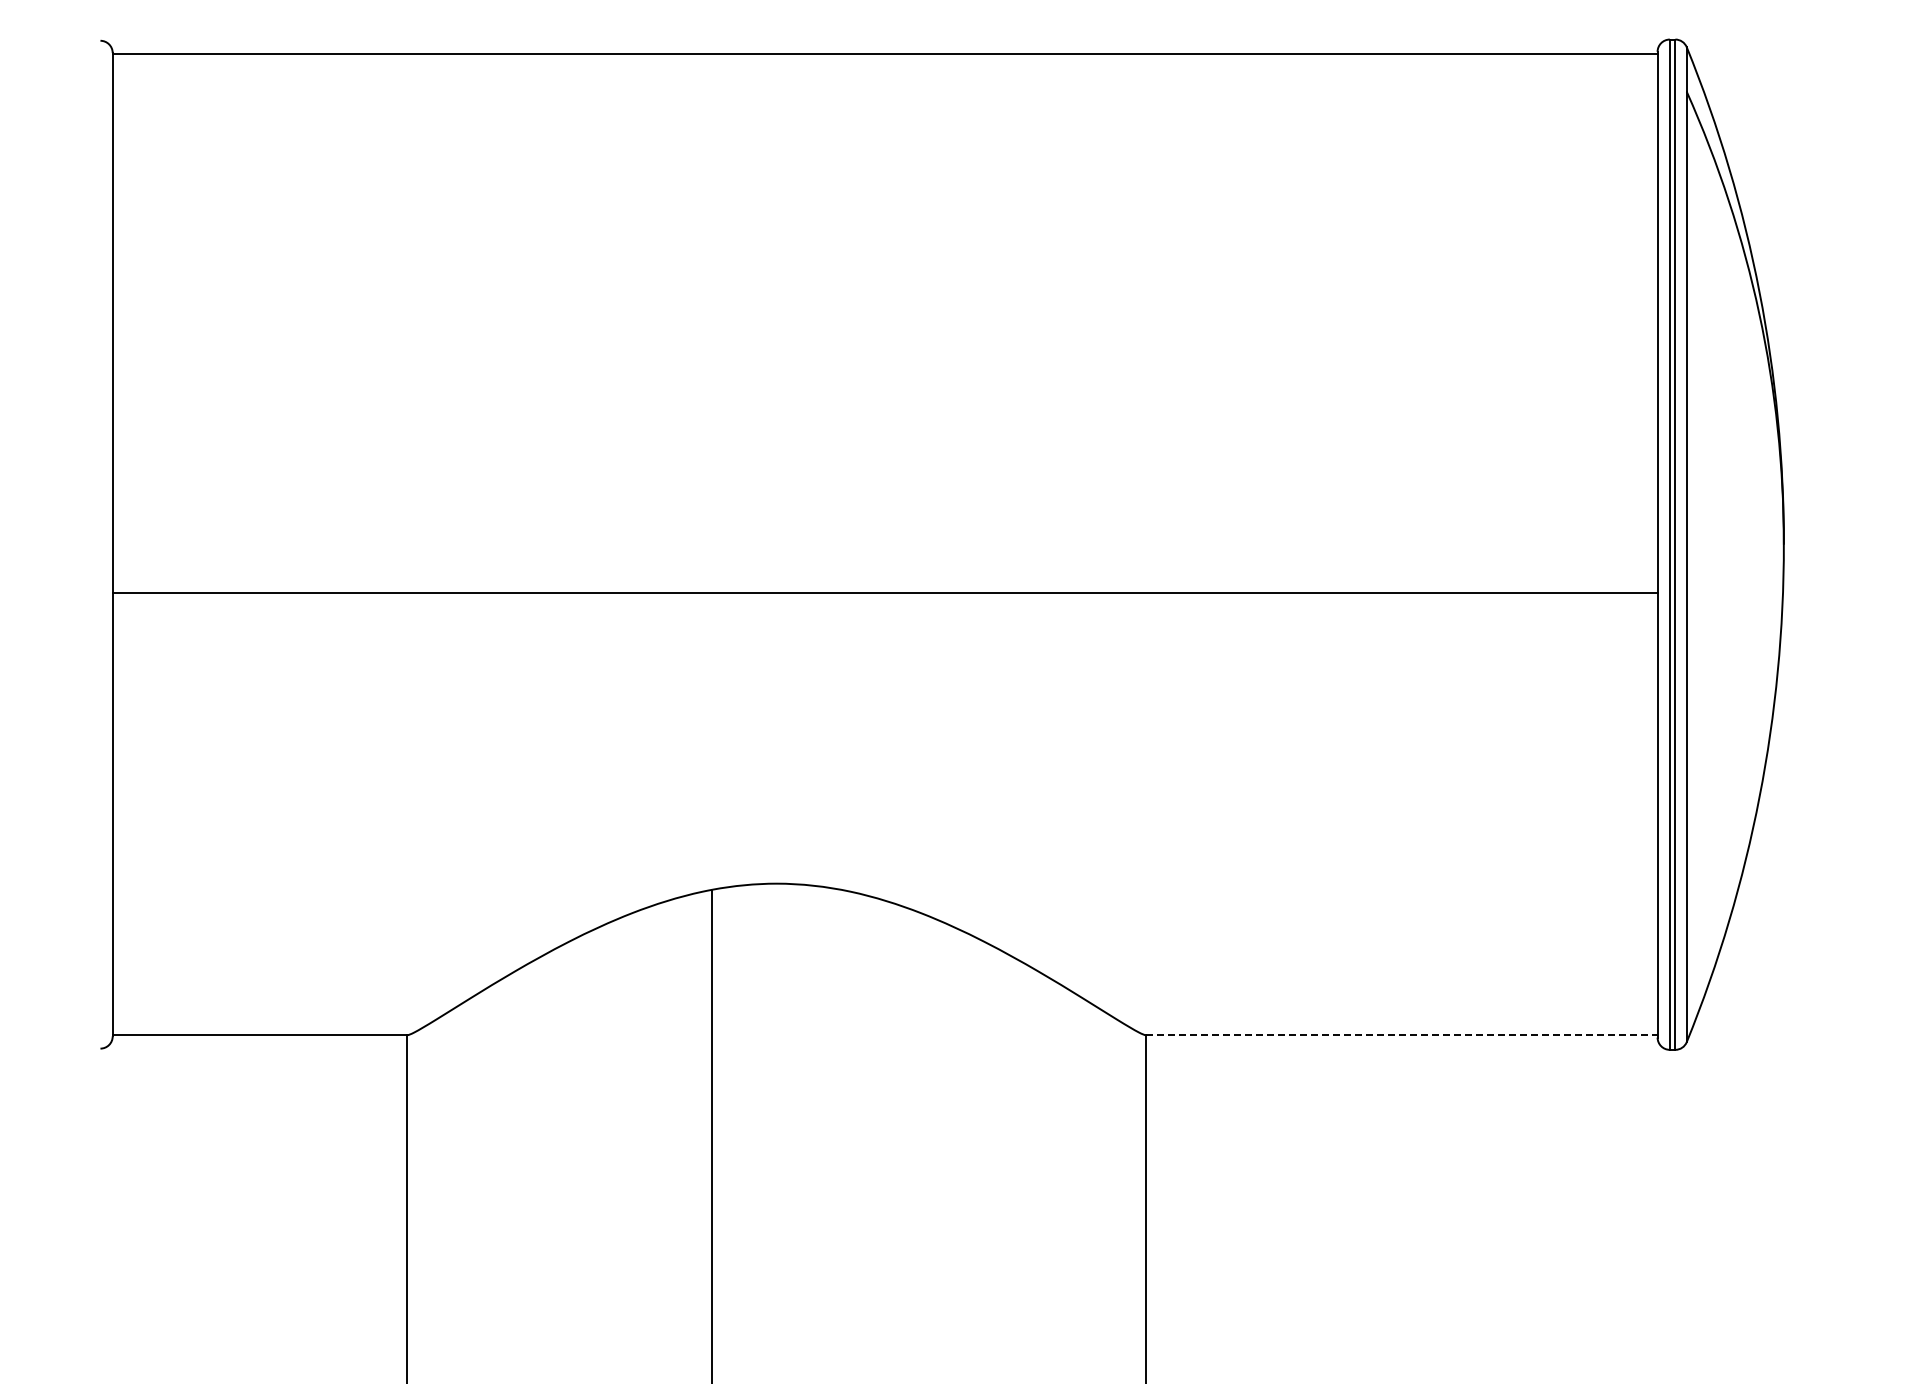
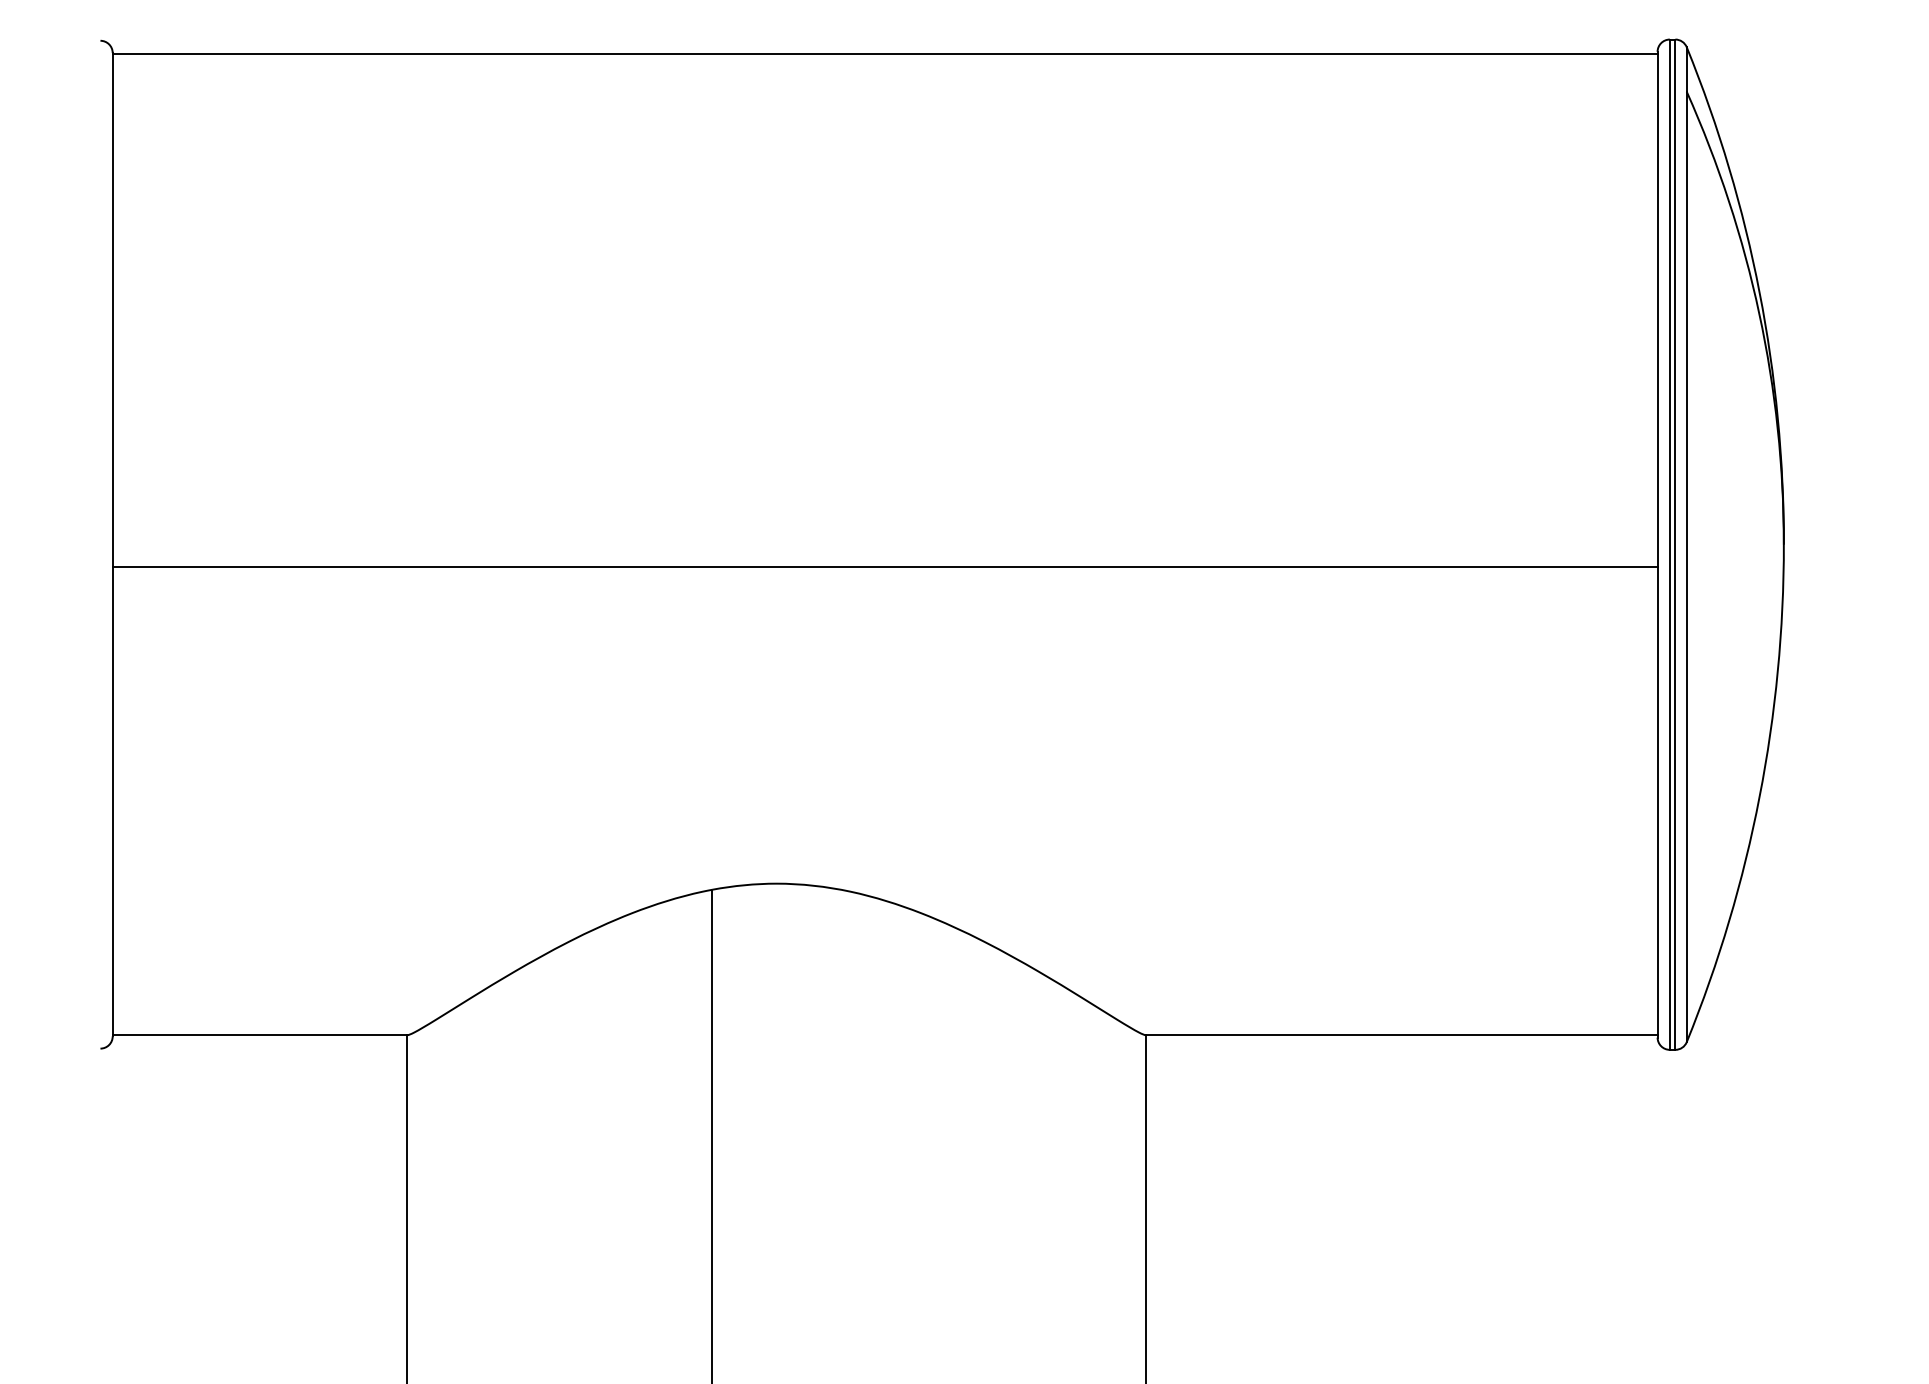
line at (884, 593) position: (884, 593) -> (884, 567)
line at (1401, 1035): dashed -> solid
